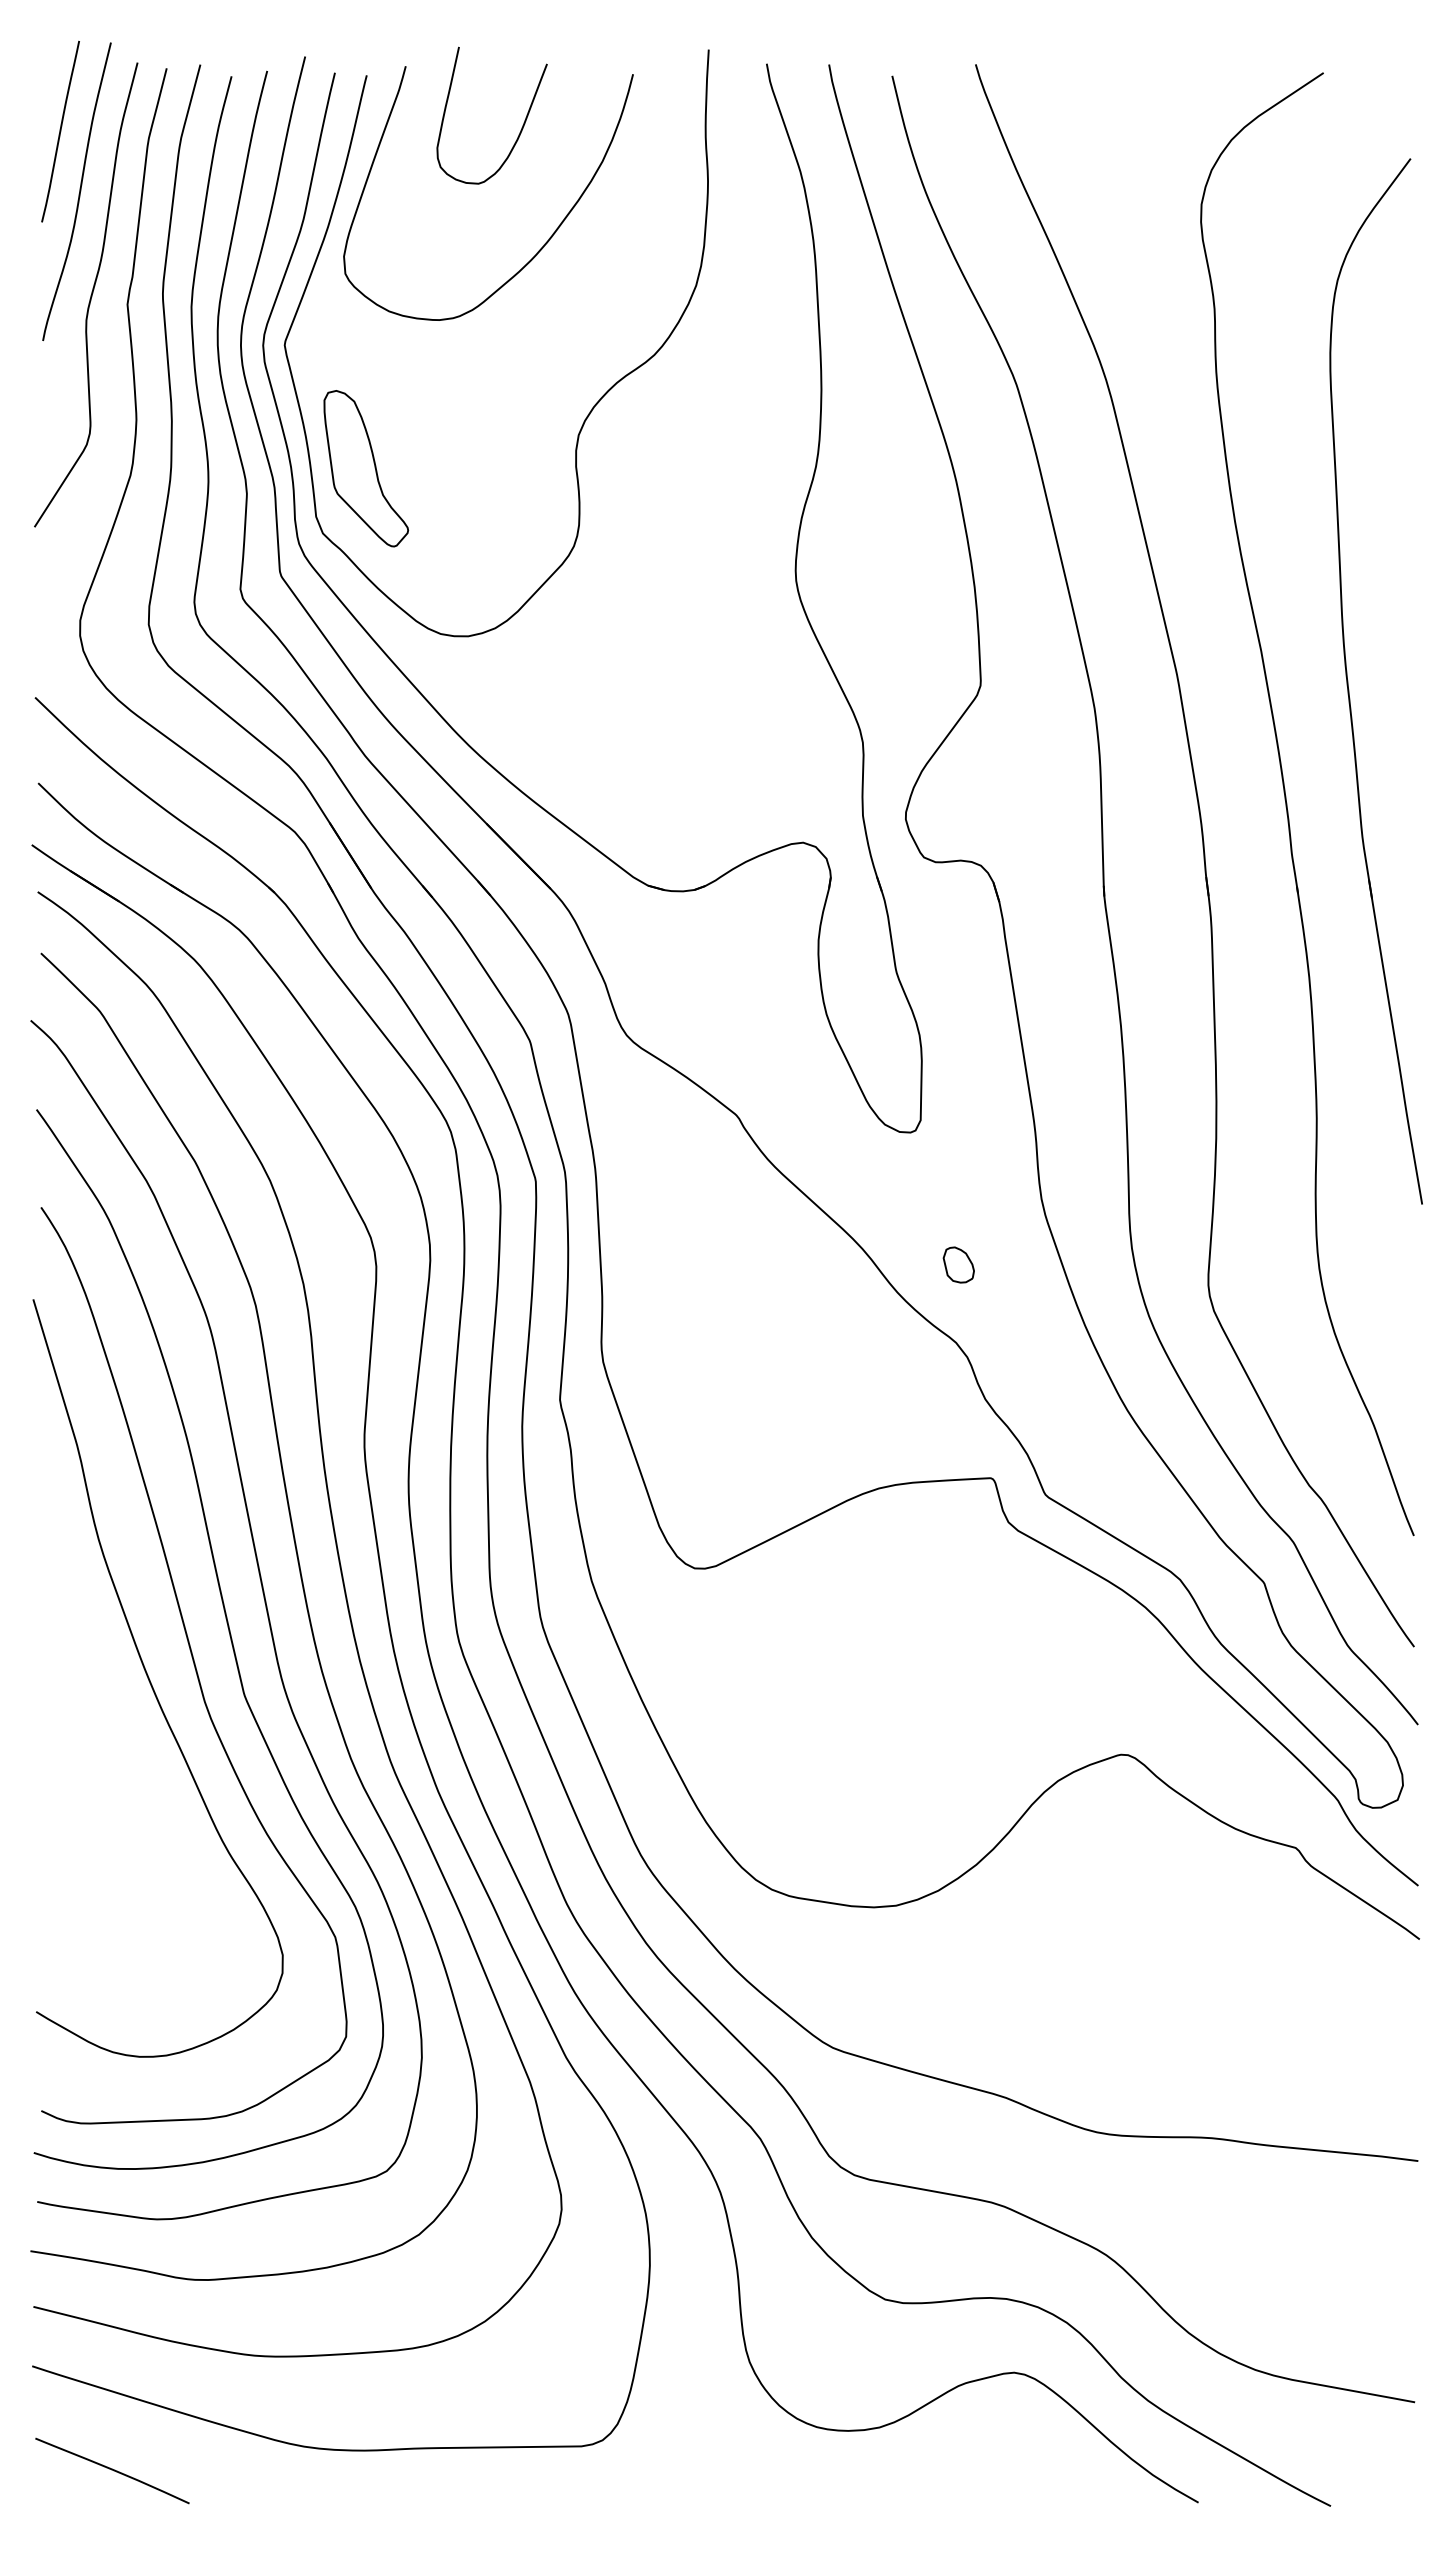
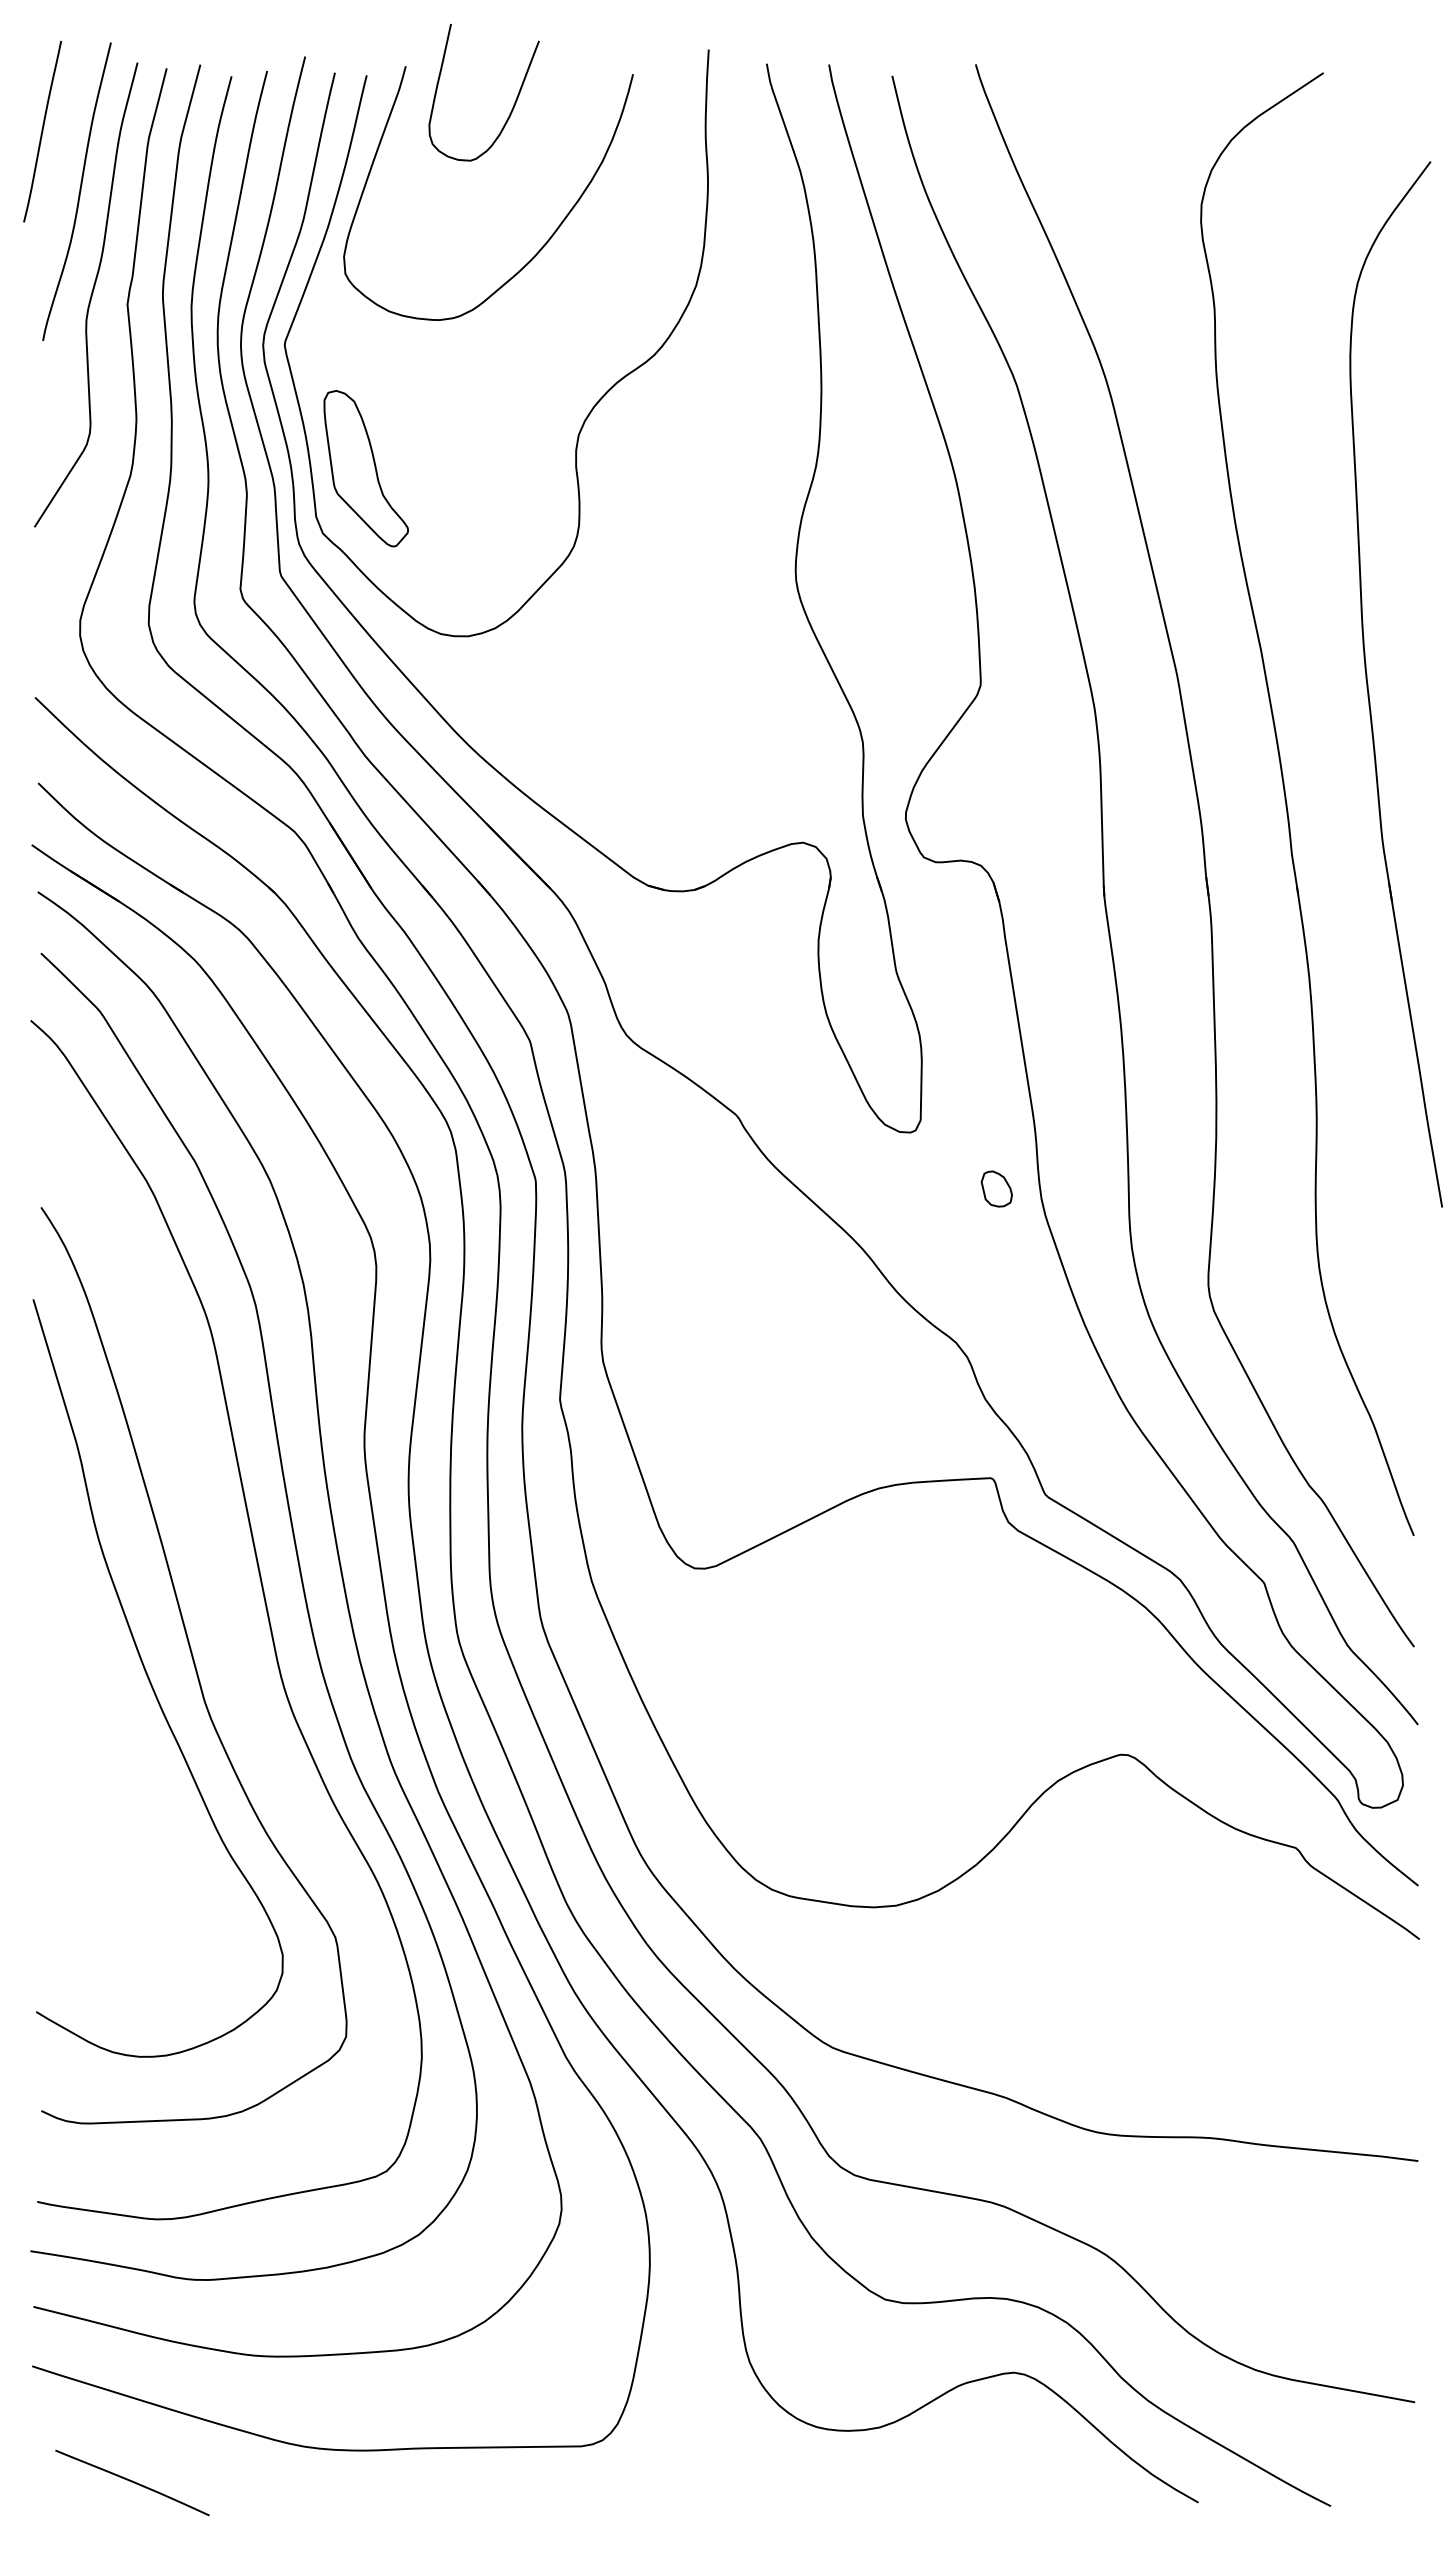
curve at (521, 127) position: (521, 127) -> (513, 104)
line at (60, 131) position: (60, 131) -> (42, 131)
part at (1348, 681) position: (1348, 681) -> (1368, 684)
part at (958, 1264) position: (958, 1264) -> (996, 1188)
curve at (228, 1632): present -> none
curve at (112, 2470) position: (112, 2470) -> (132, 2482)
